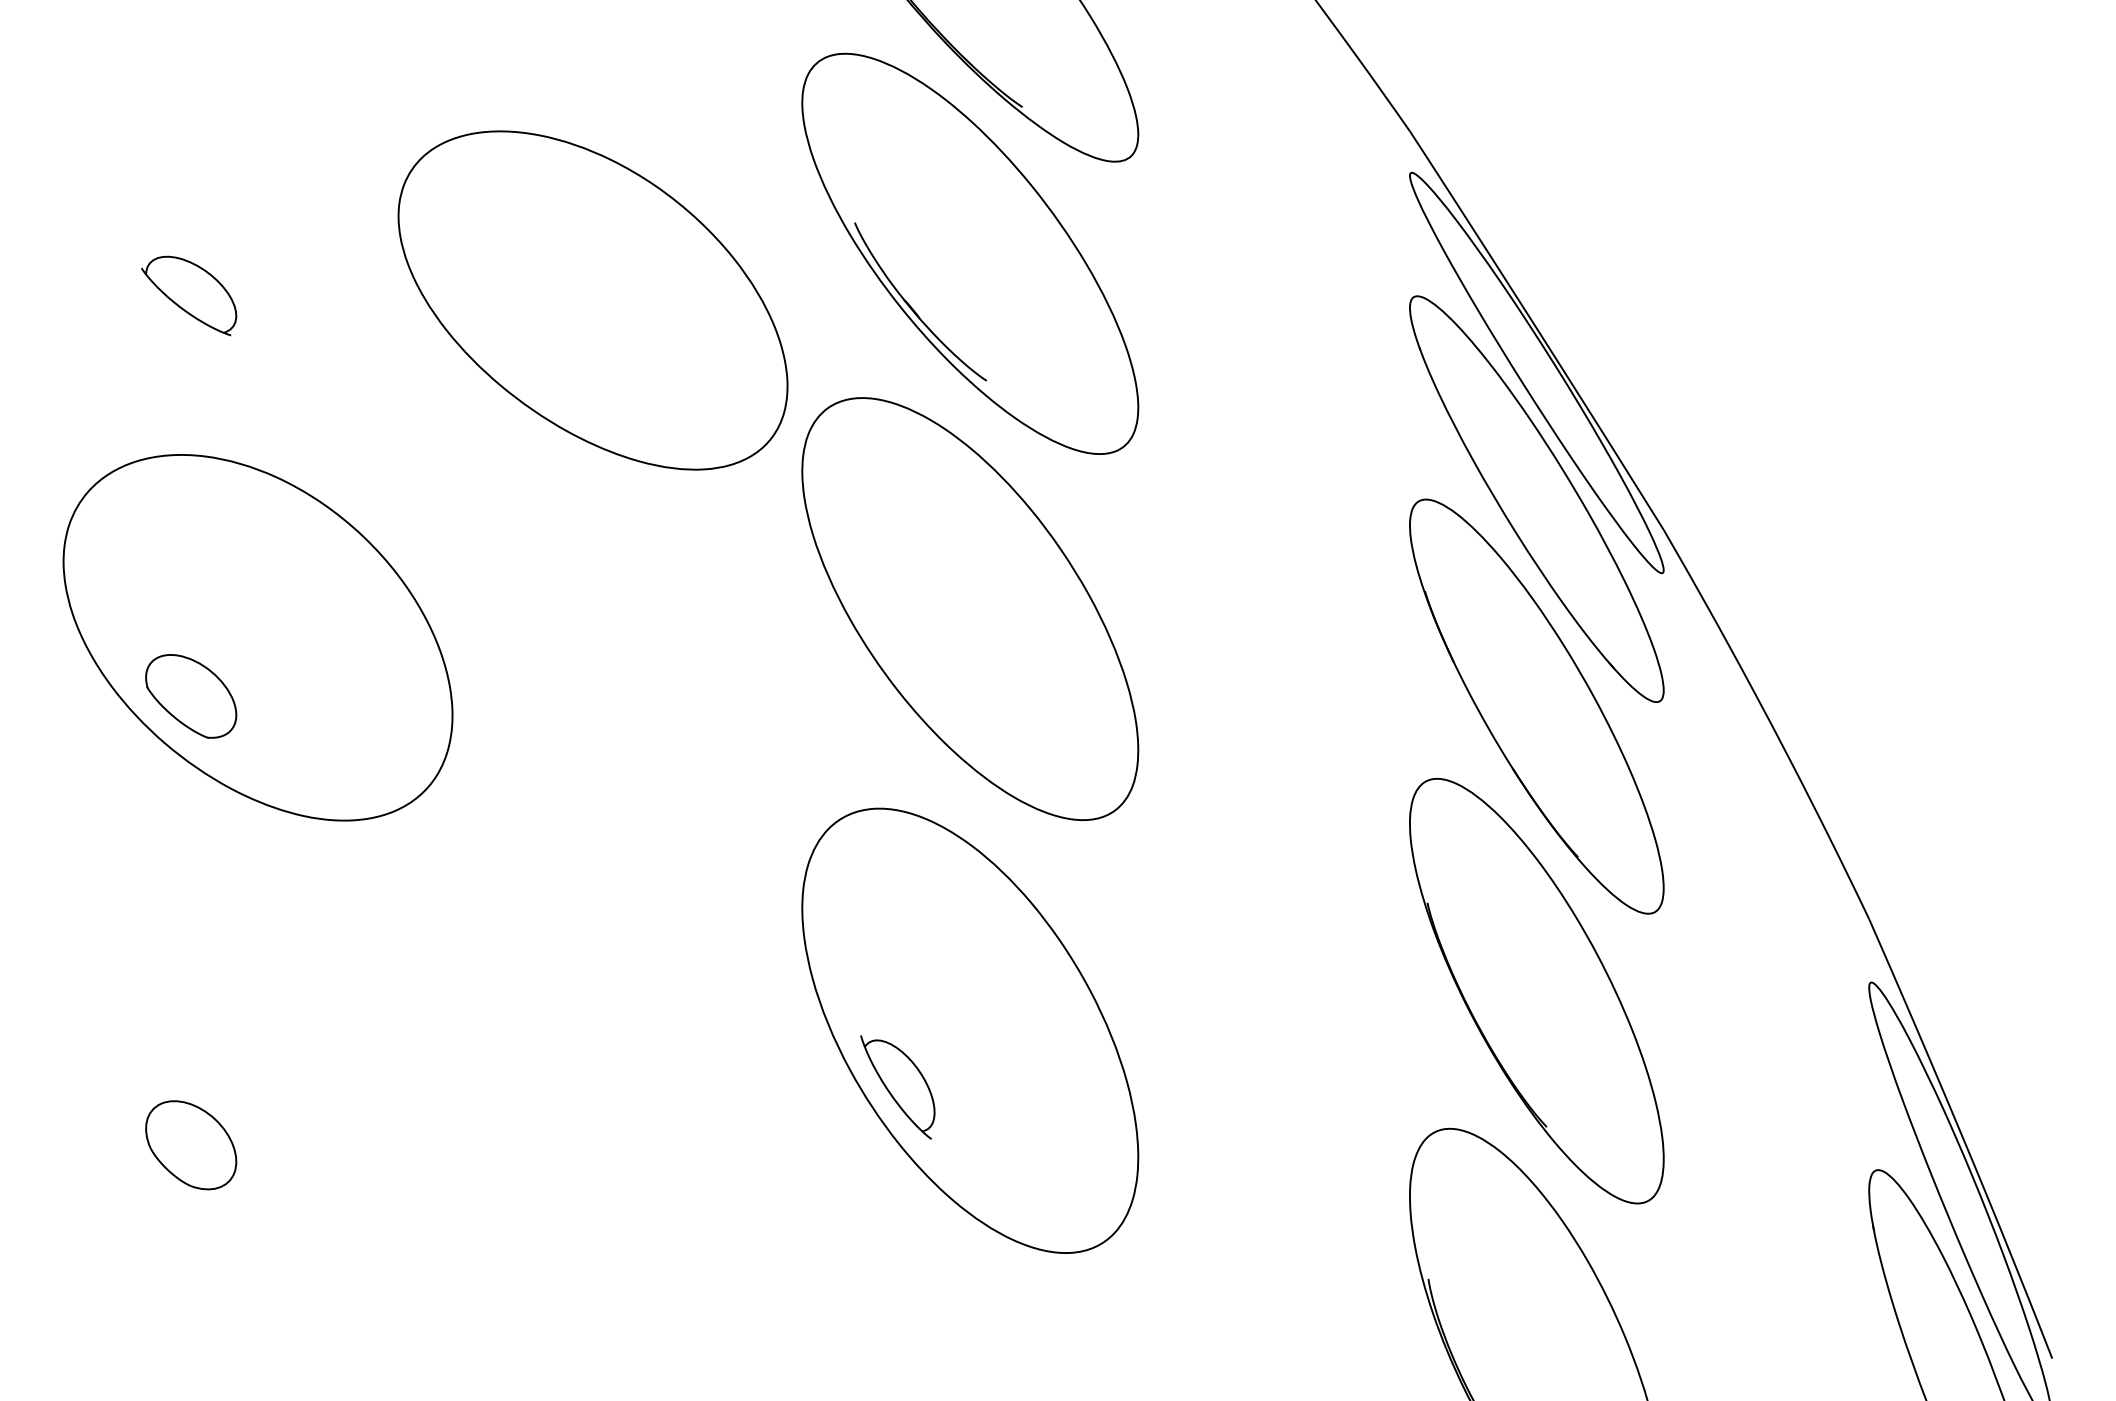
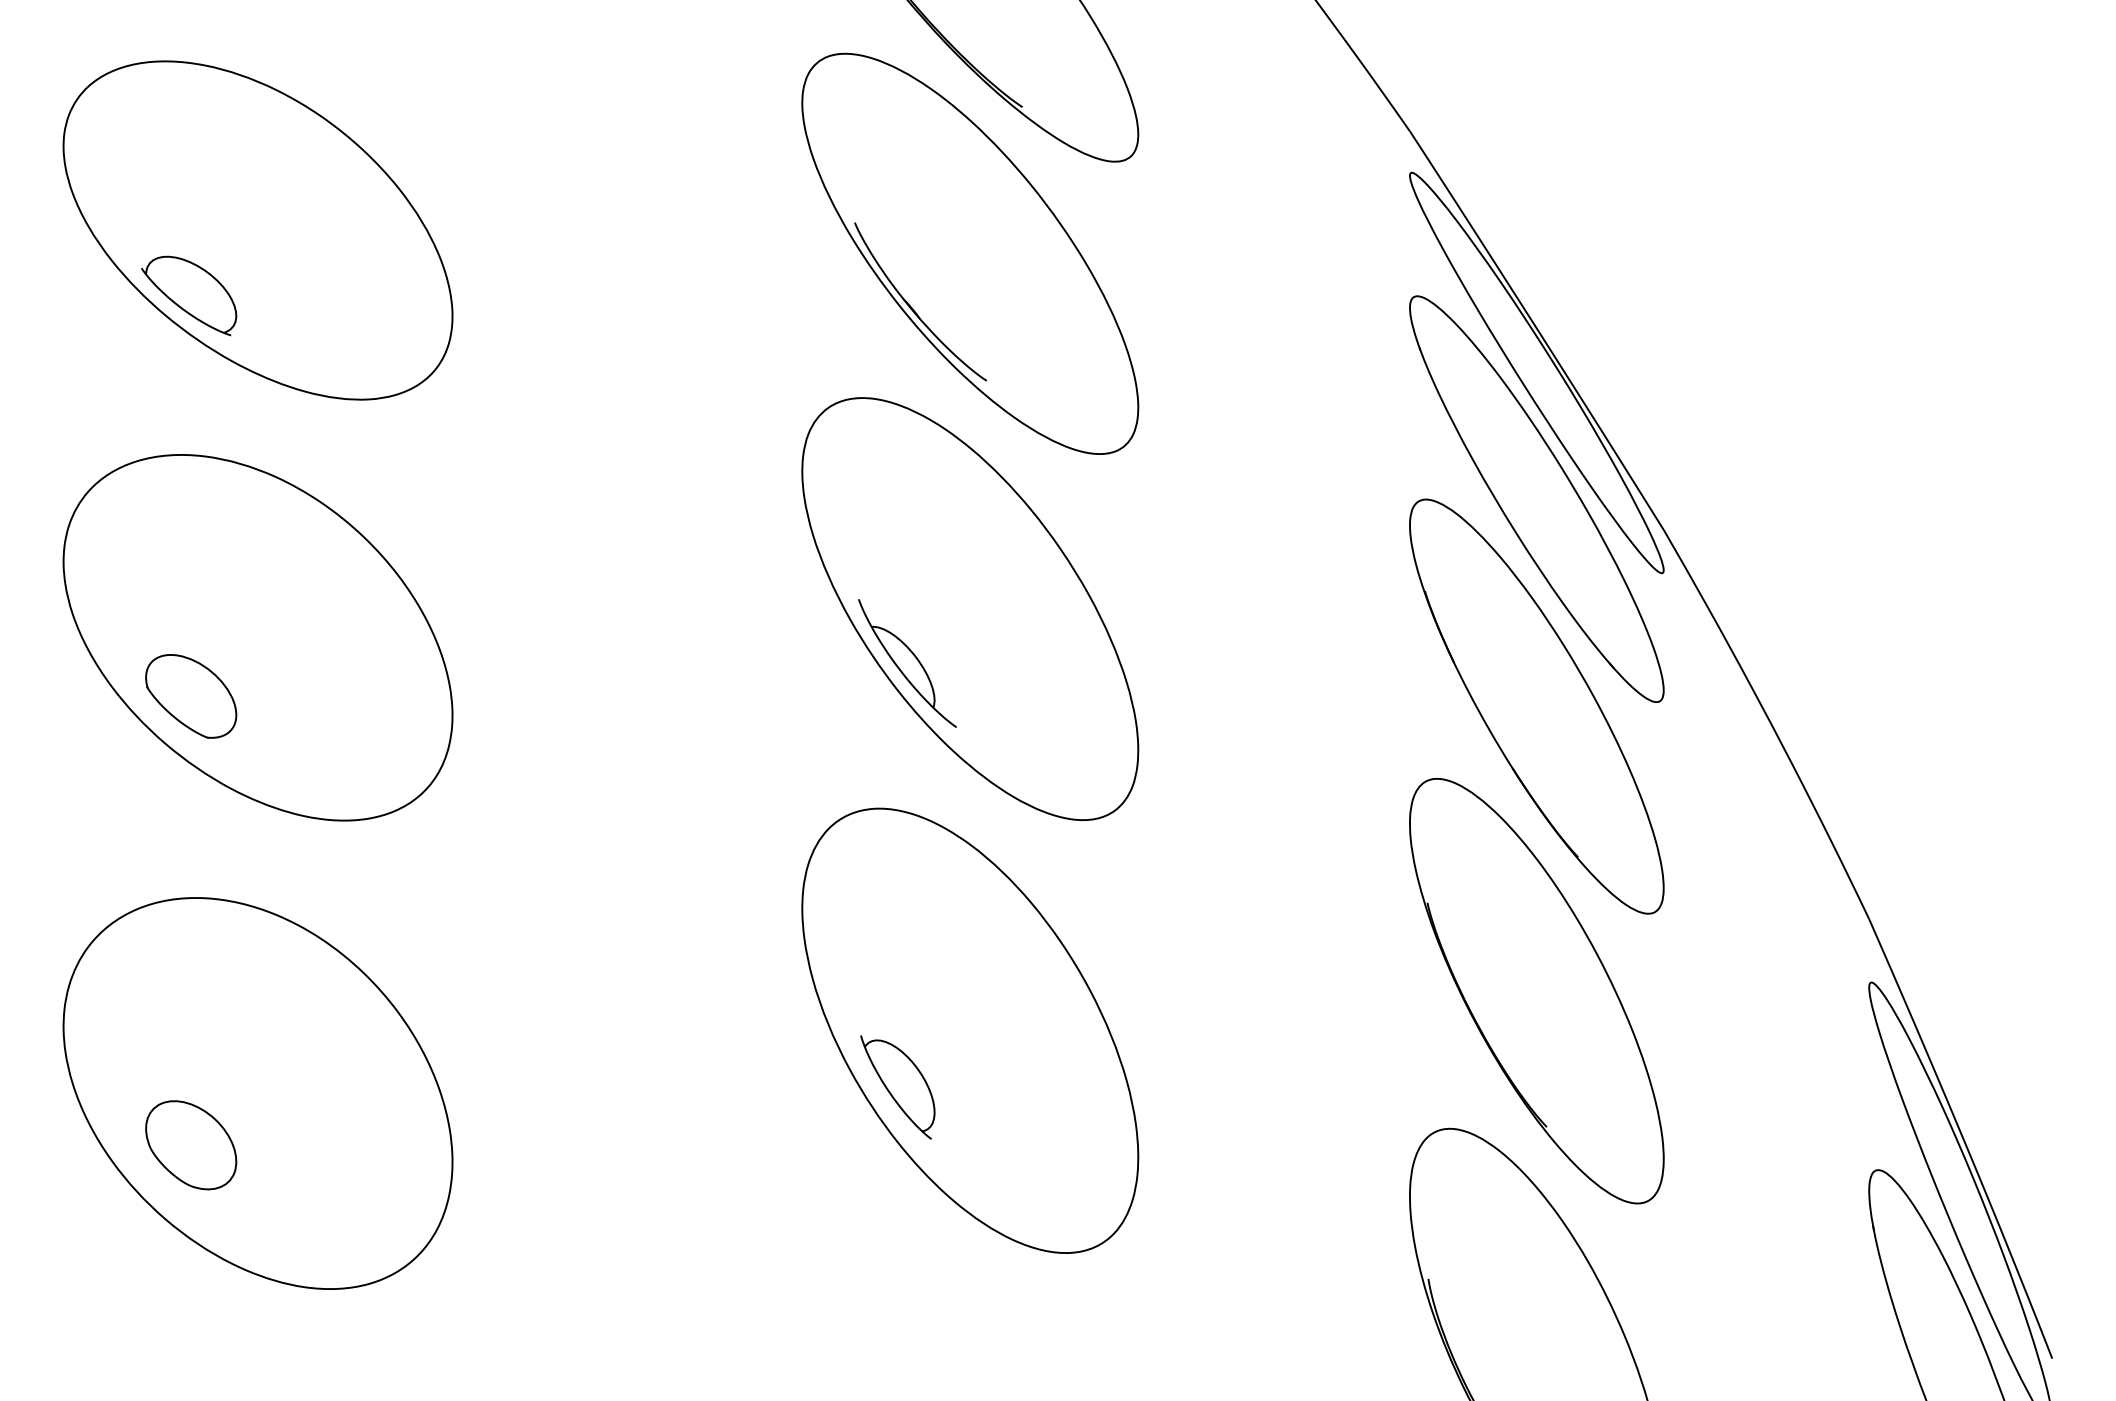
part at (592, 300) position: (592, 300) -> (257, 230)
part at (907, 663): none -> present
part at (257, 1093): none -> present
